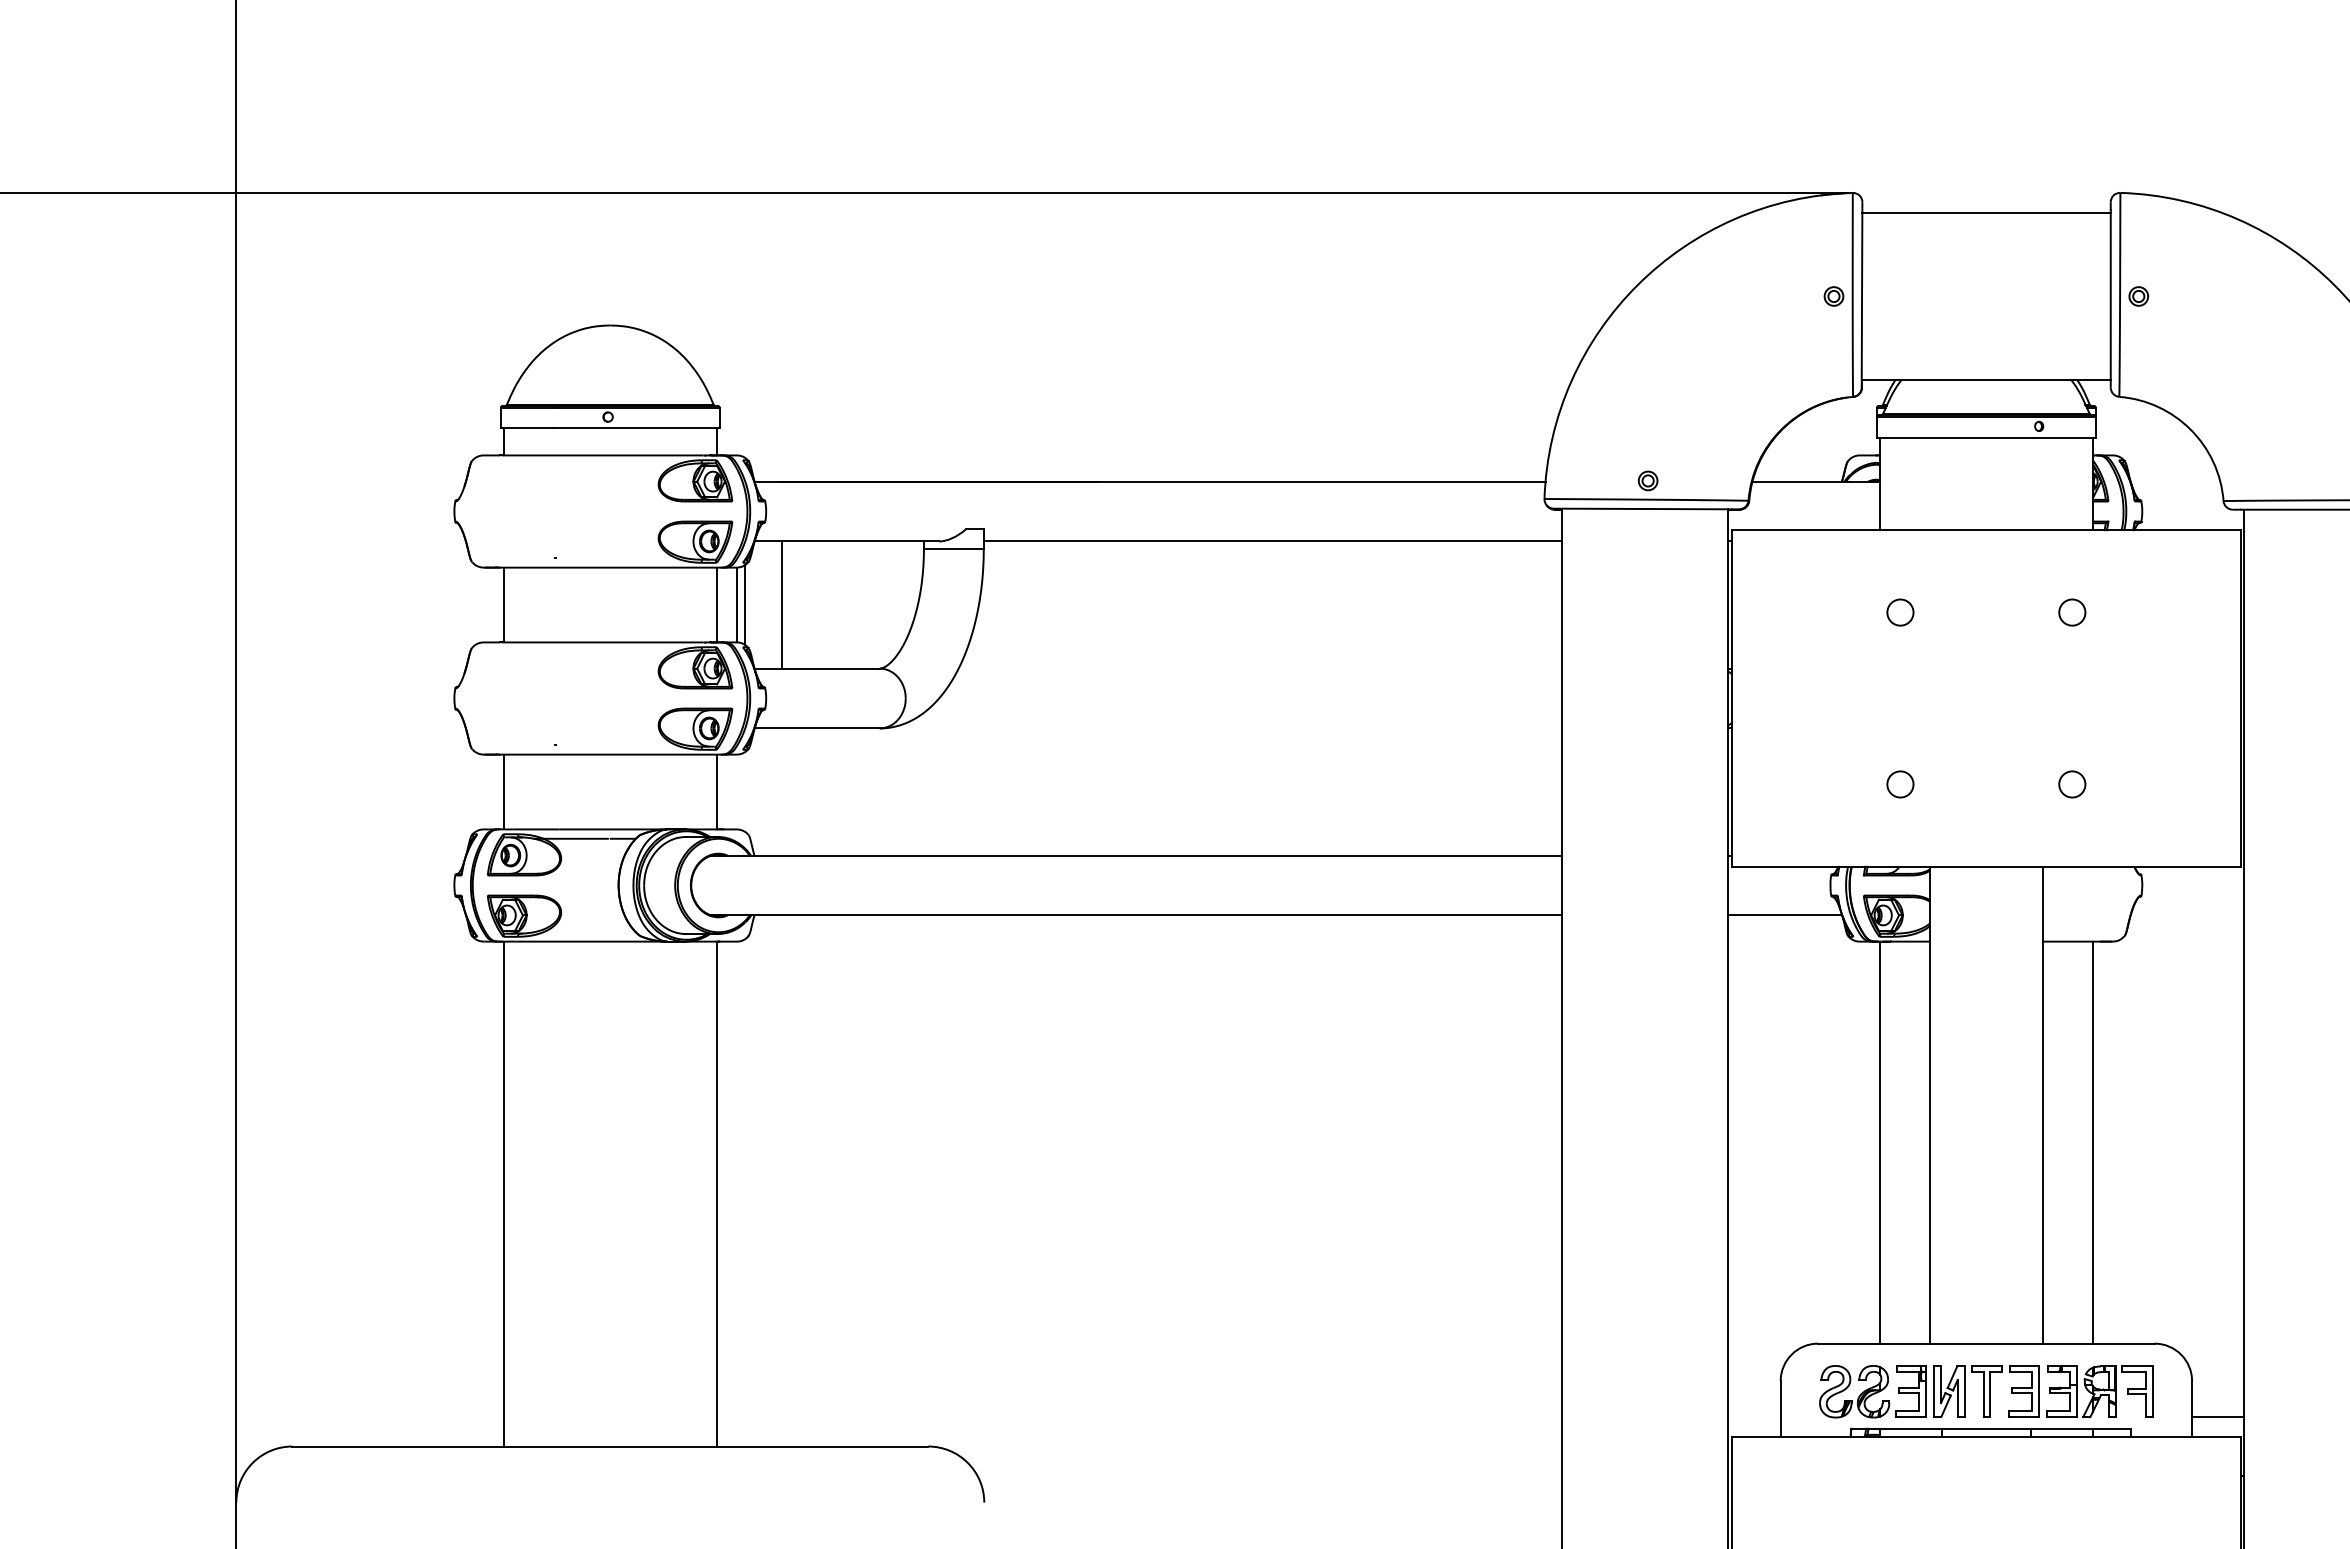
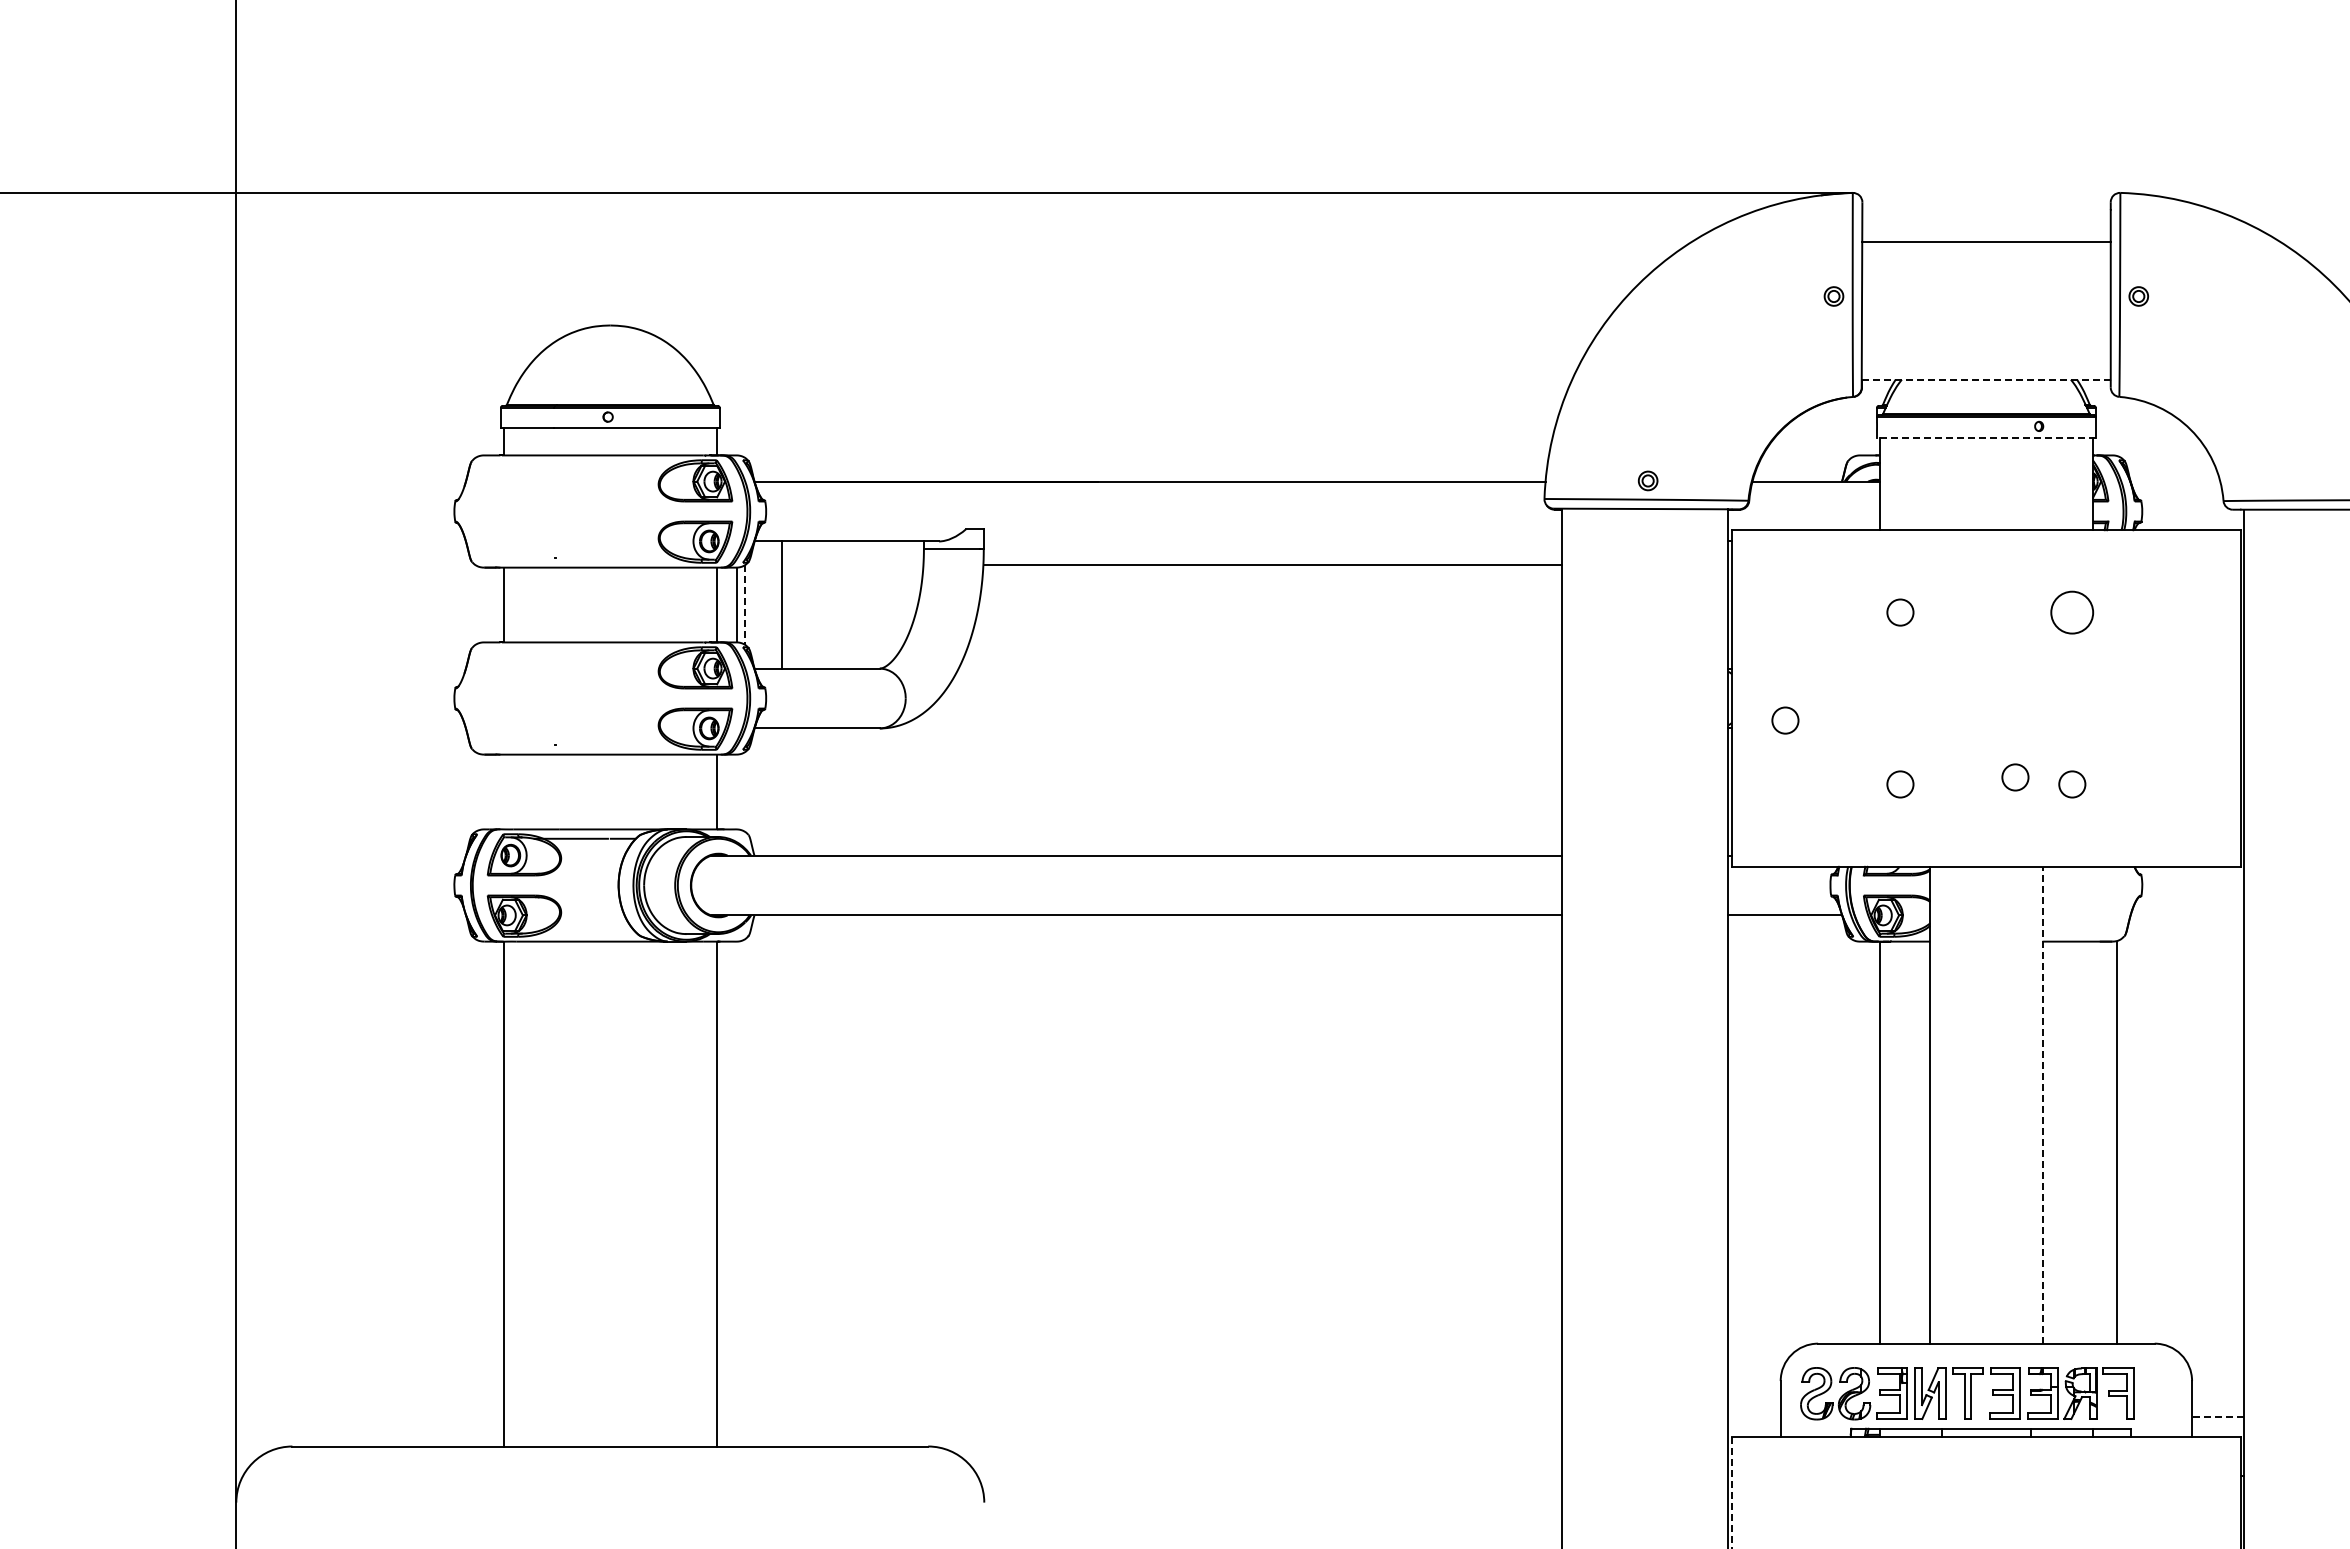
line at (1986, 213) position: (1986, 213) -> (1986, 242)
line at (1986, 379): solid -> dashed
line at (1985, 437): solid -> dashed
line at (1272, 541) position: (1272, 541) -> (1272, 565)
line at (744, 604): solid -> dashed
circle at (2072, 612) size: 29x29 px -> 45x45 px
circle at (1785, 720): none -> present
circle at (2015, 777): none -> present
line at (503, 791): present -> none
line at (2042, 1104): solid -> dashed
line at (2092, 1142) position: (2092, 1142) -> (2116, 1142)
part at (1986, 1391) position: (1986, 1391) -> (1967, 1393)
line at (2217, 1416): solid -> dashed
line at (1732, 1492): solid -> dashed
